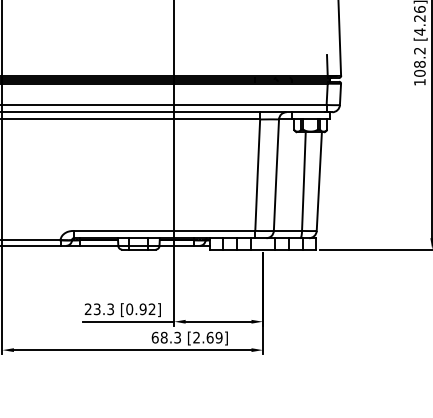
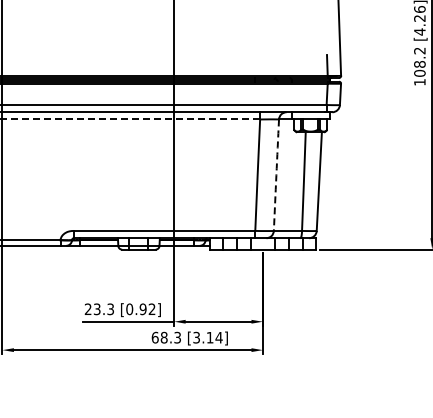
line at (130, 119): solid -> dashed
arc at (276, 175): solid -> dashed
text at (207, 337): [2.69] -> [3.14]
